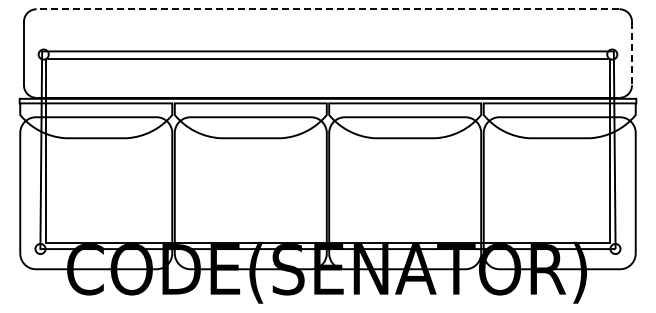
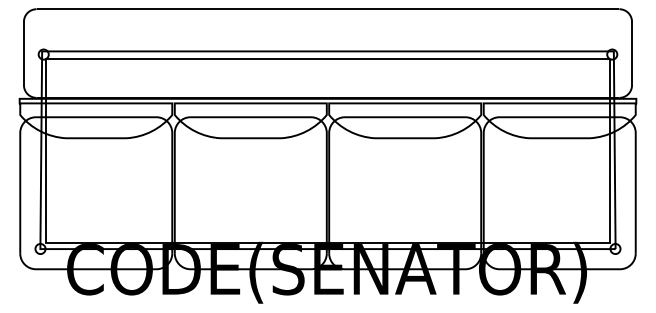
line at (327, 9): dashed -> solid
line at (632, 53): dashed -> solid
